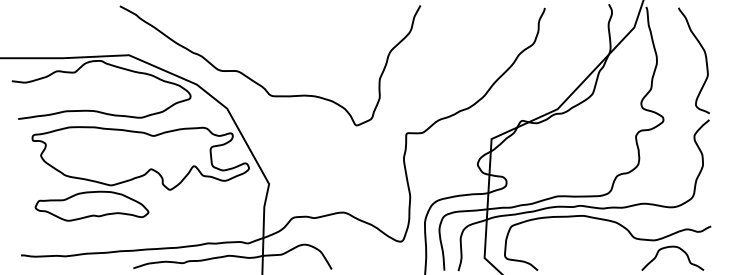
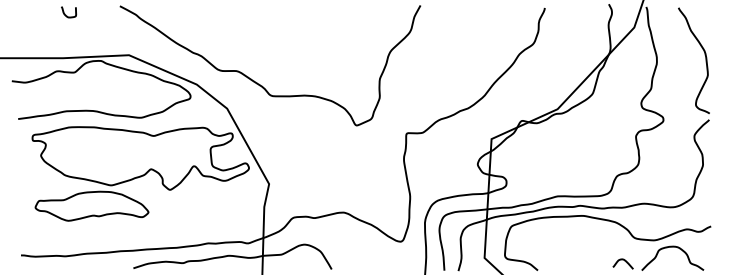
curve at (67, 15): none -> present
curve at (624, 261): none -> present
